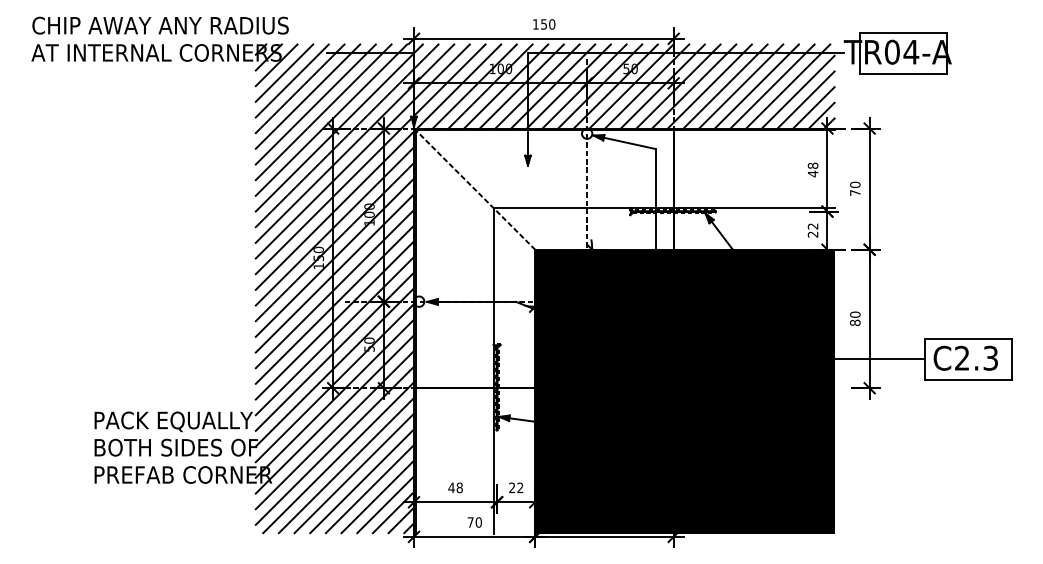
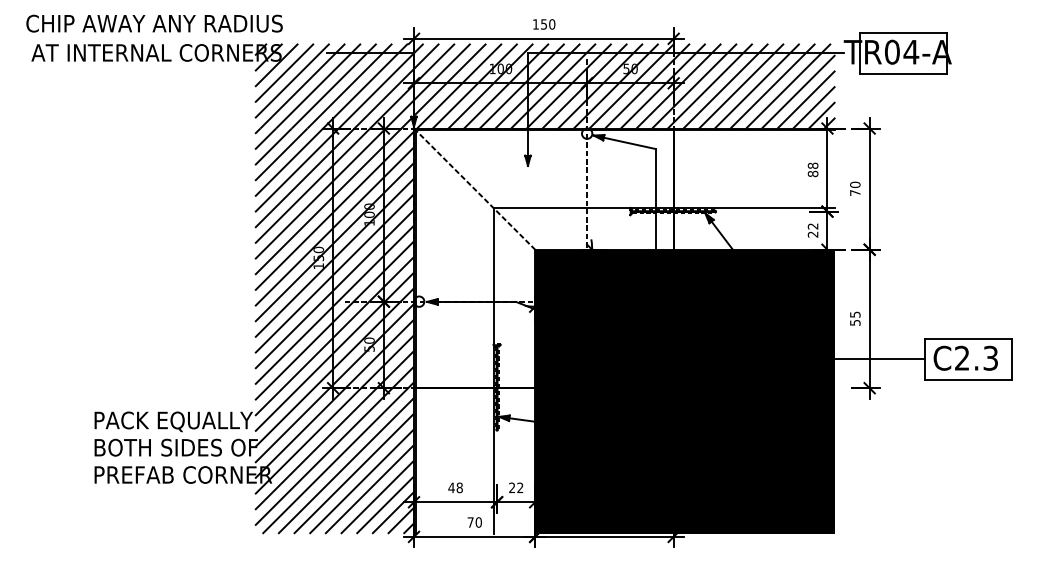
text at (160, 25) position: (160, 25) -> (154, 23)
text at (812, 173): 48 -> 88
text at (855, 318): 80 -> 55
